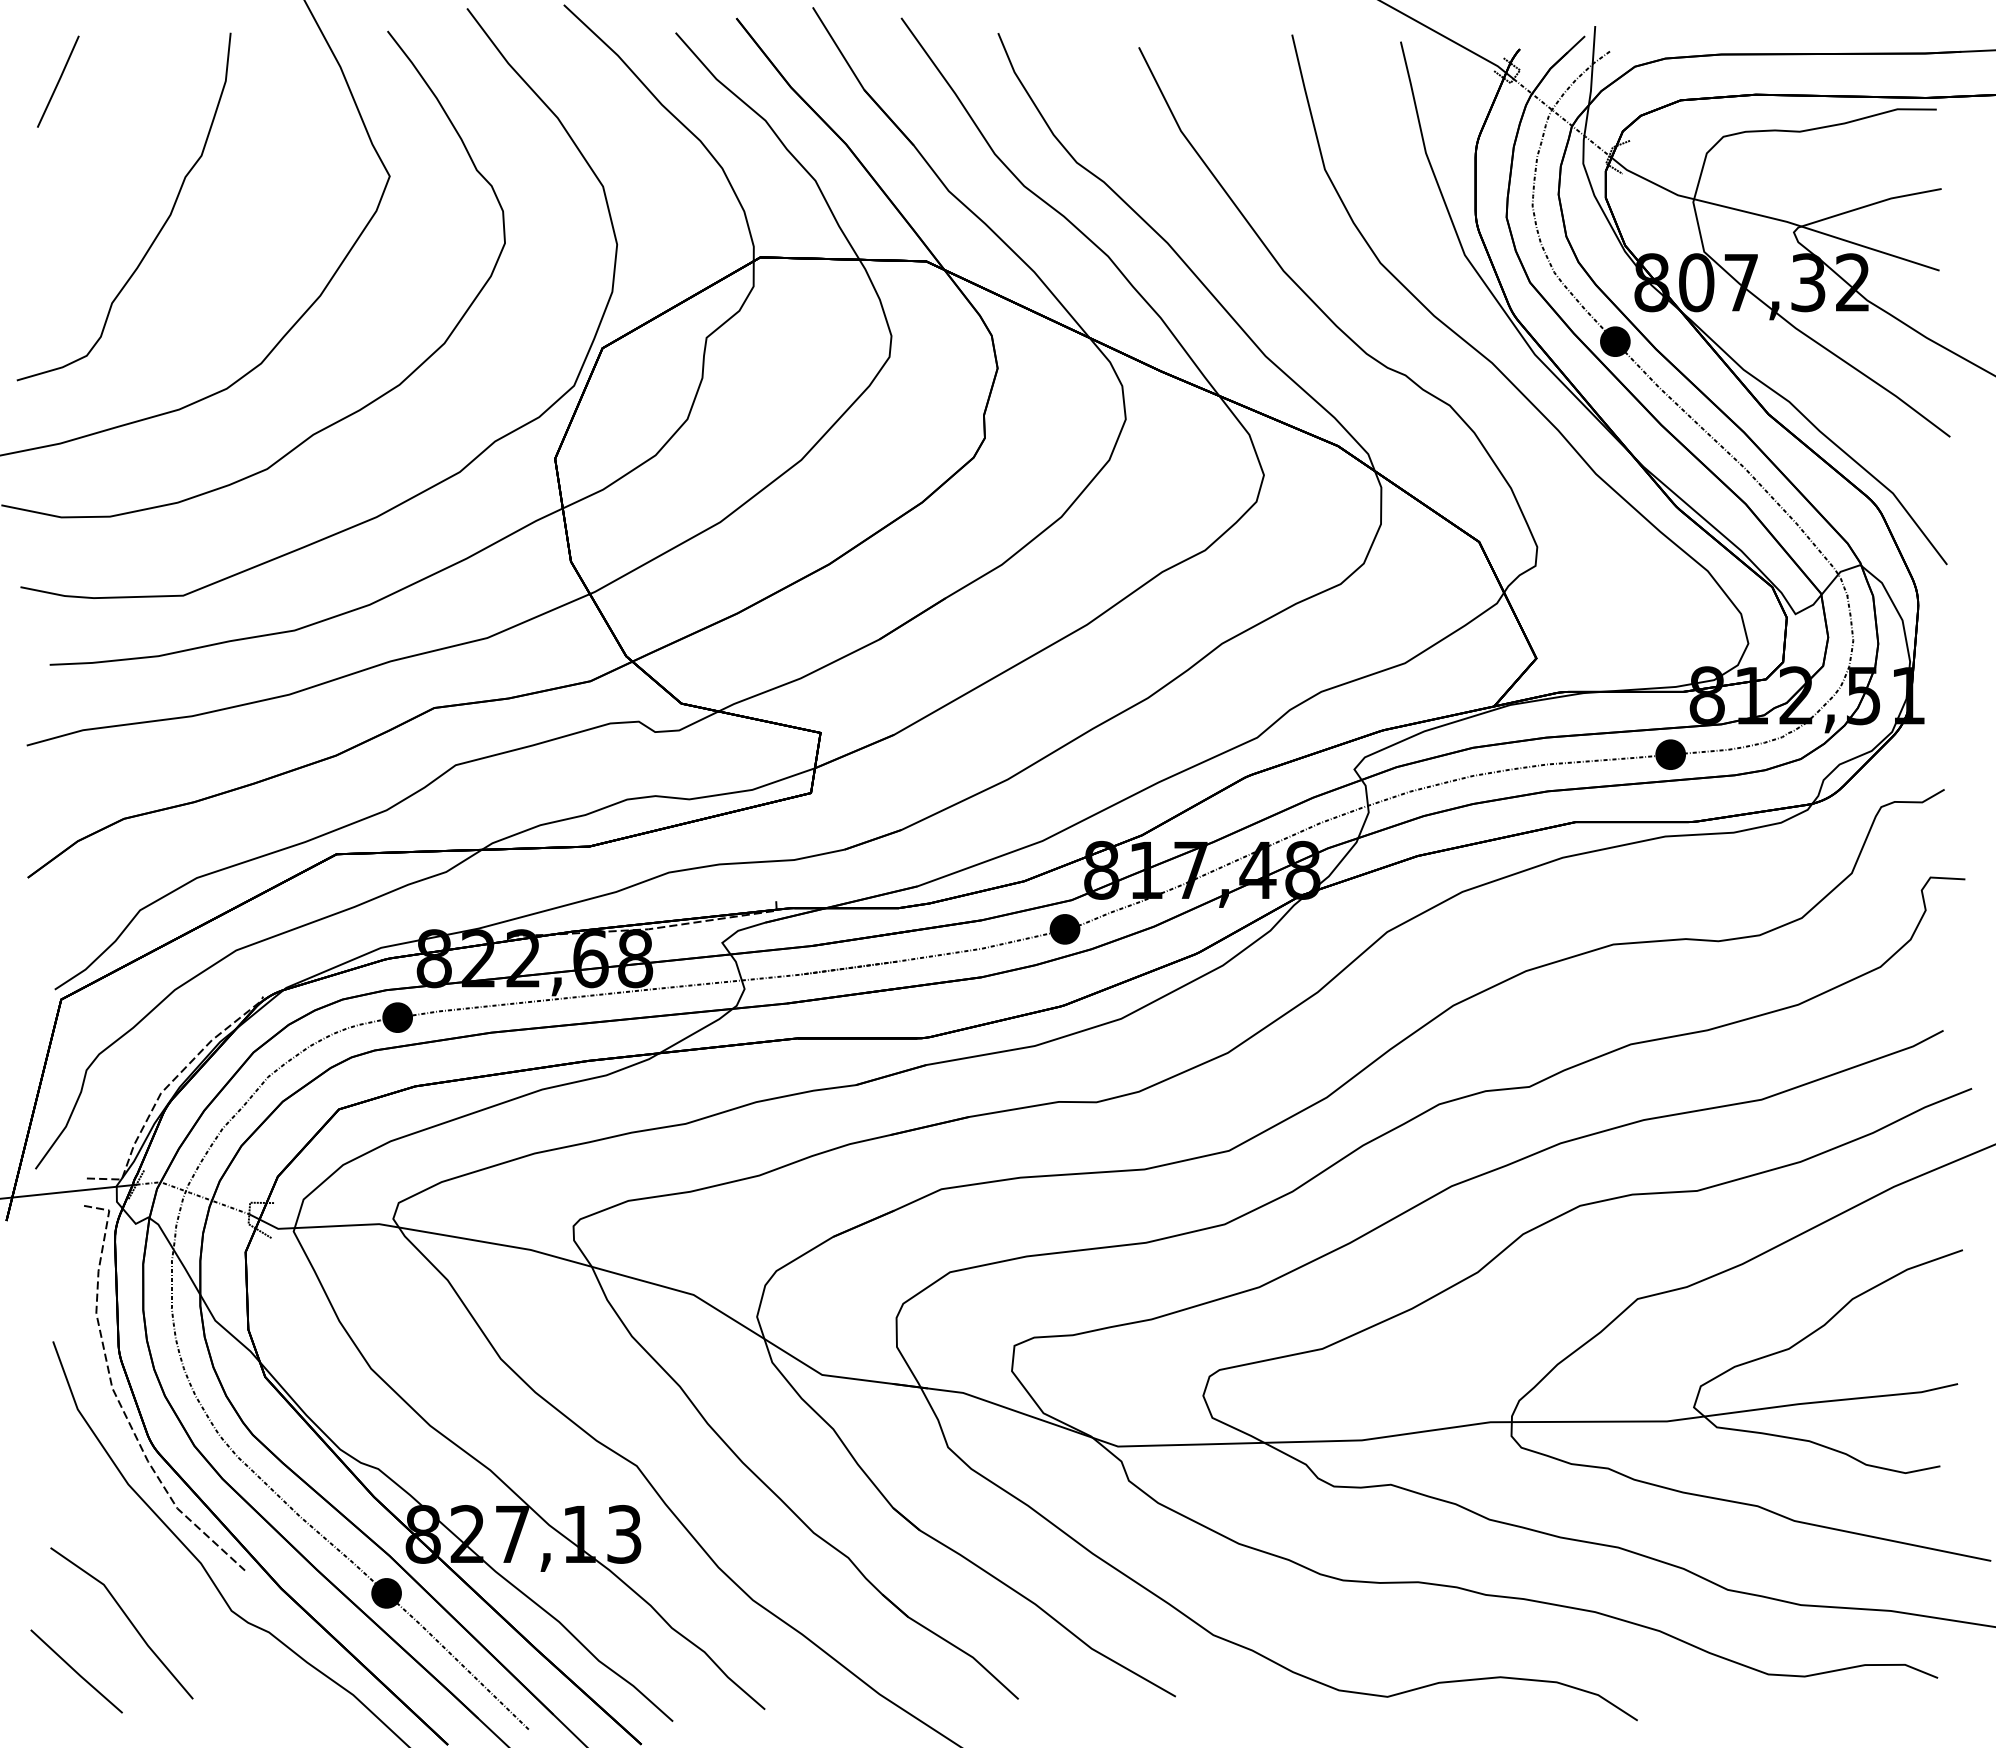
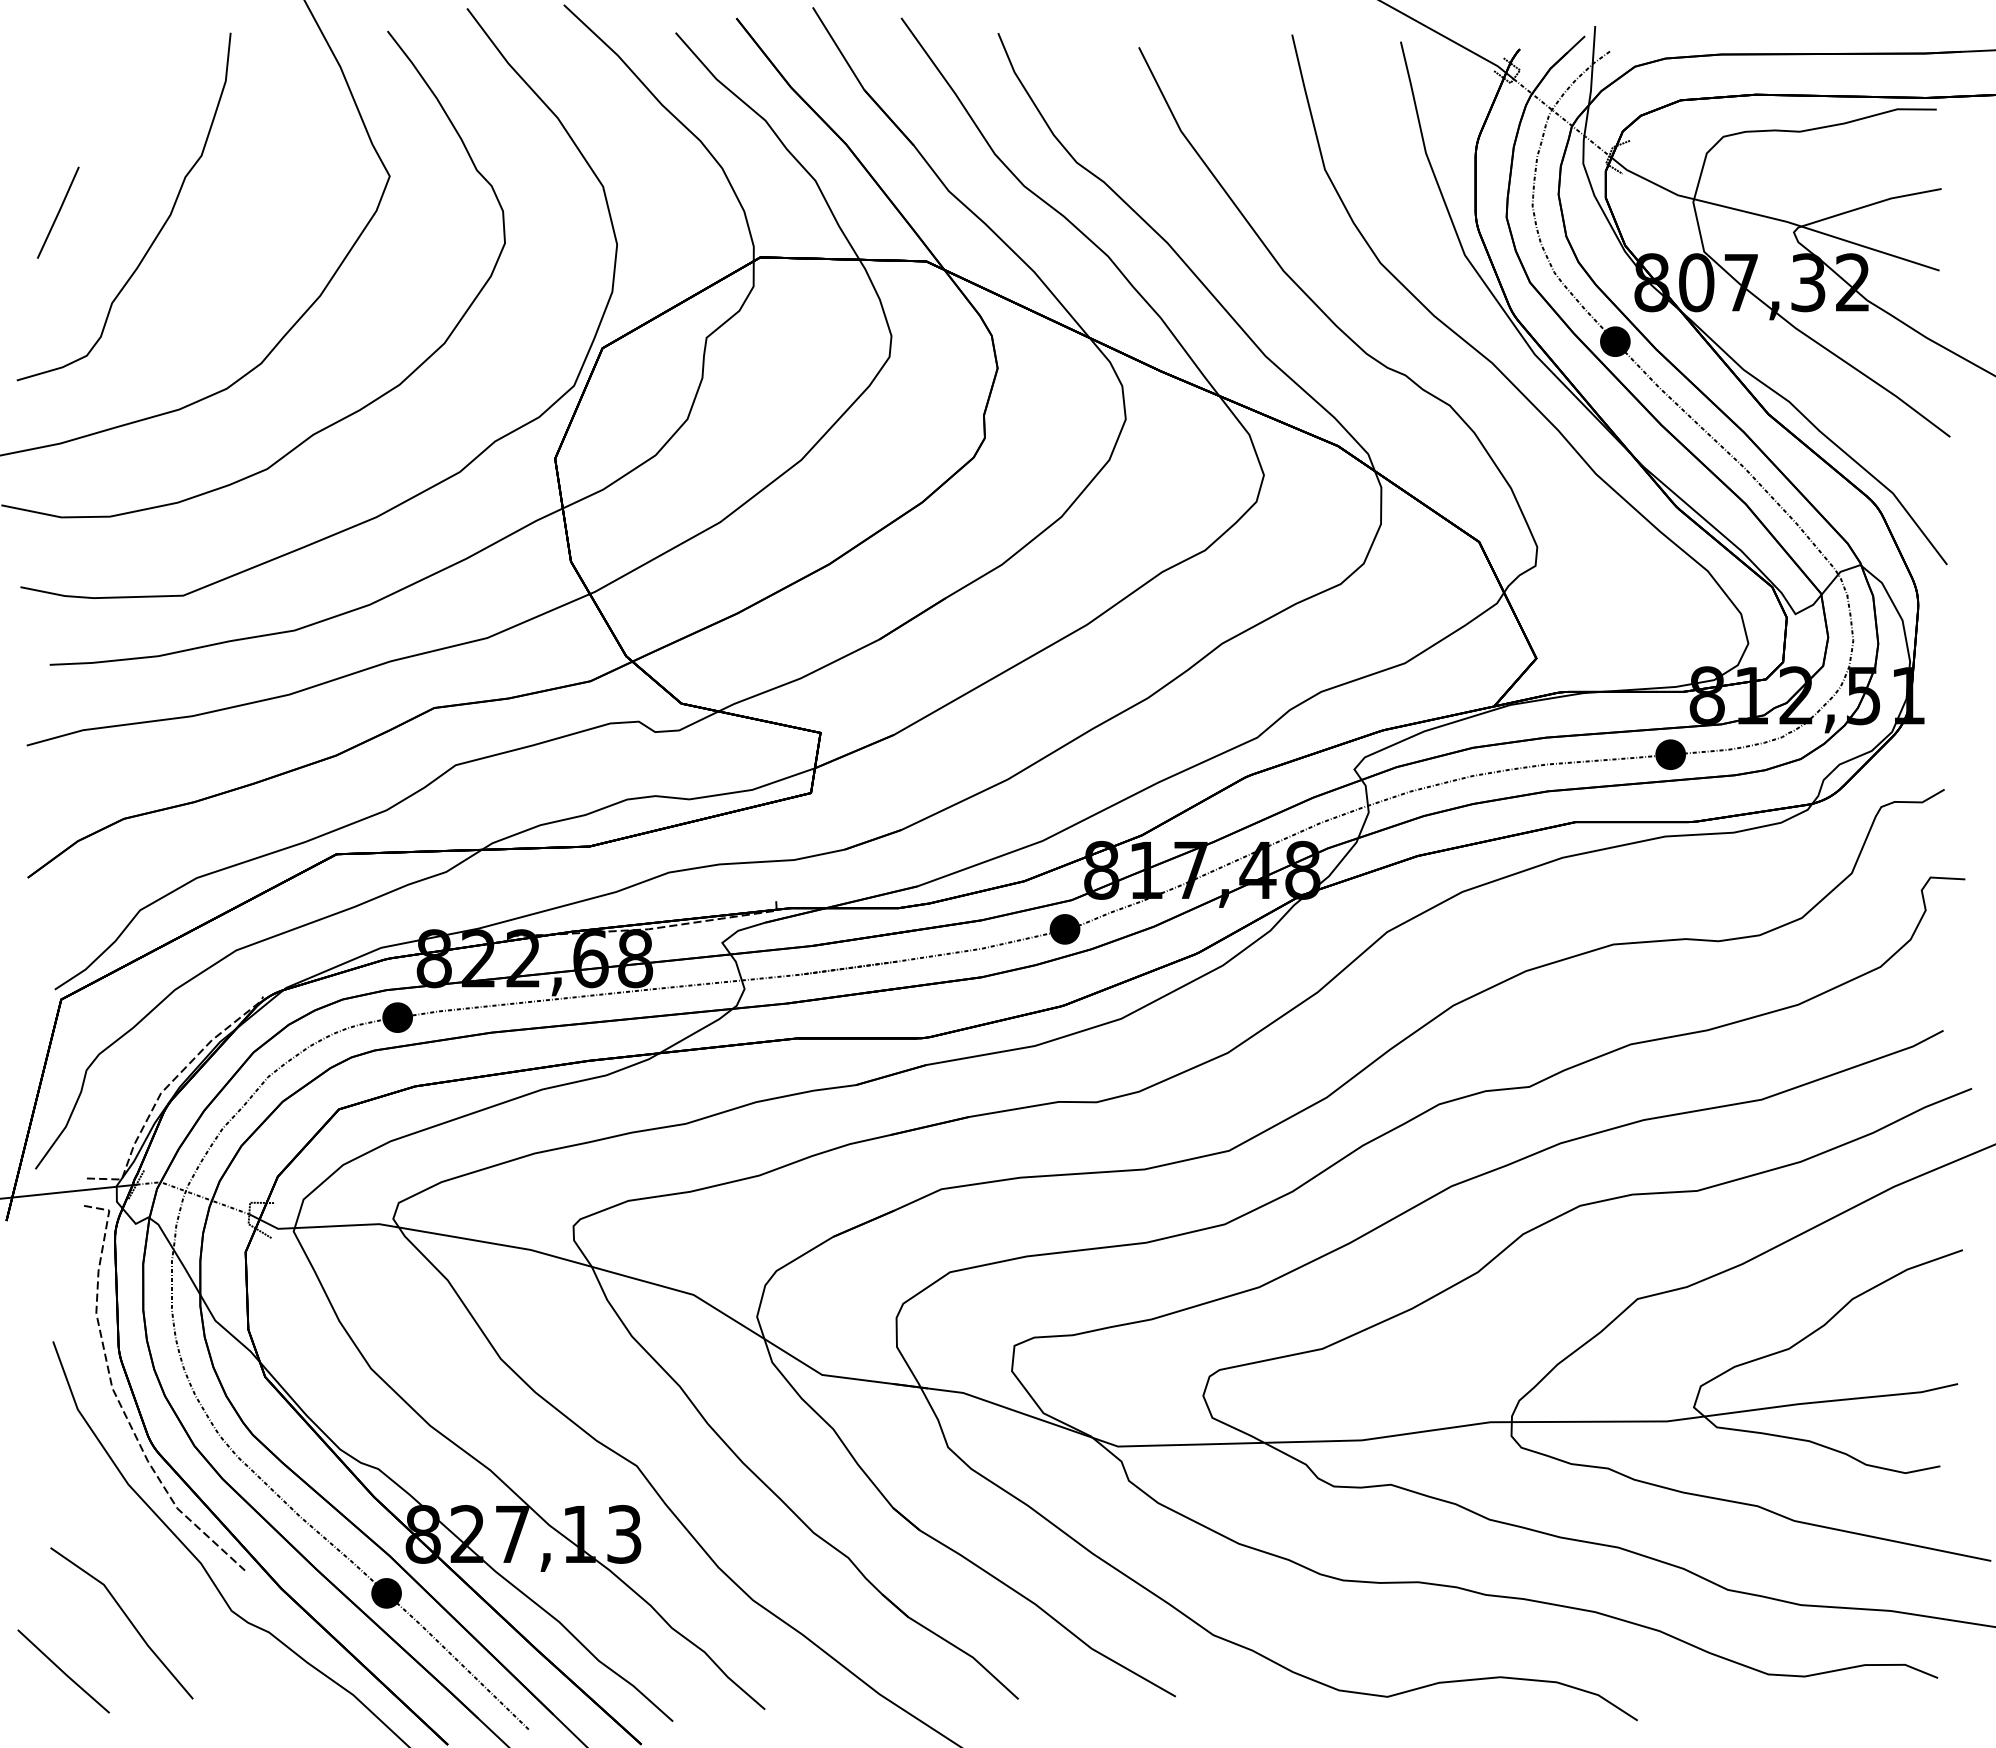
line at (58, 81) position: (58, 81) -> (58, 212)
line at (76, 1671) position: (76, 1671) -> (63, 1671)
